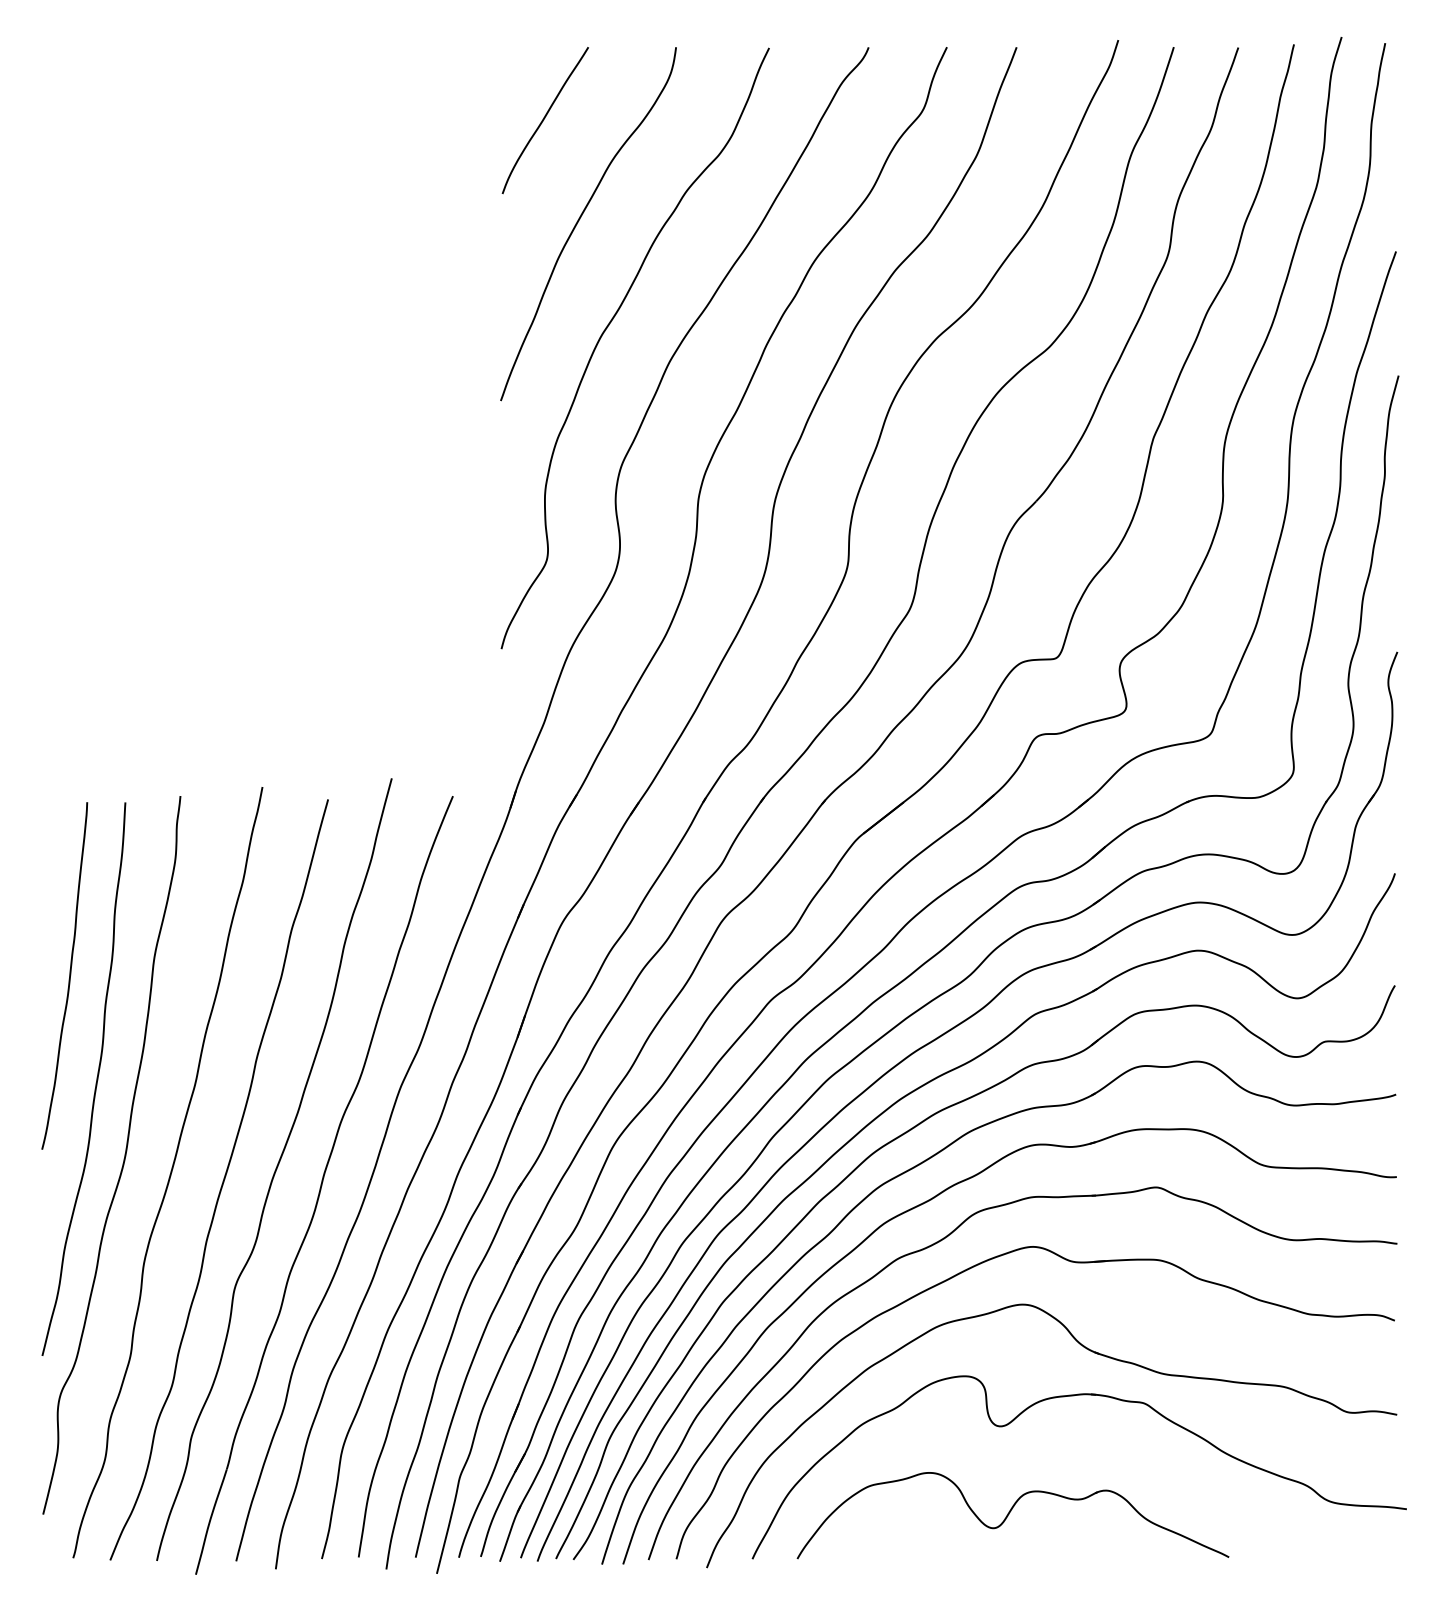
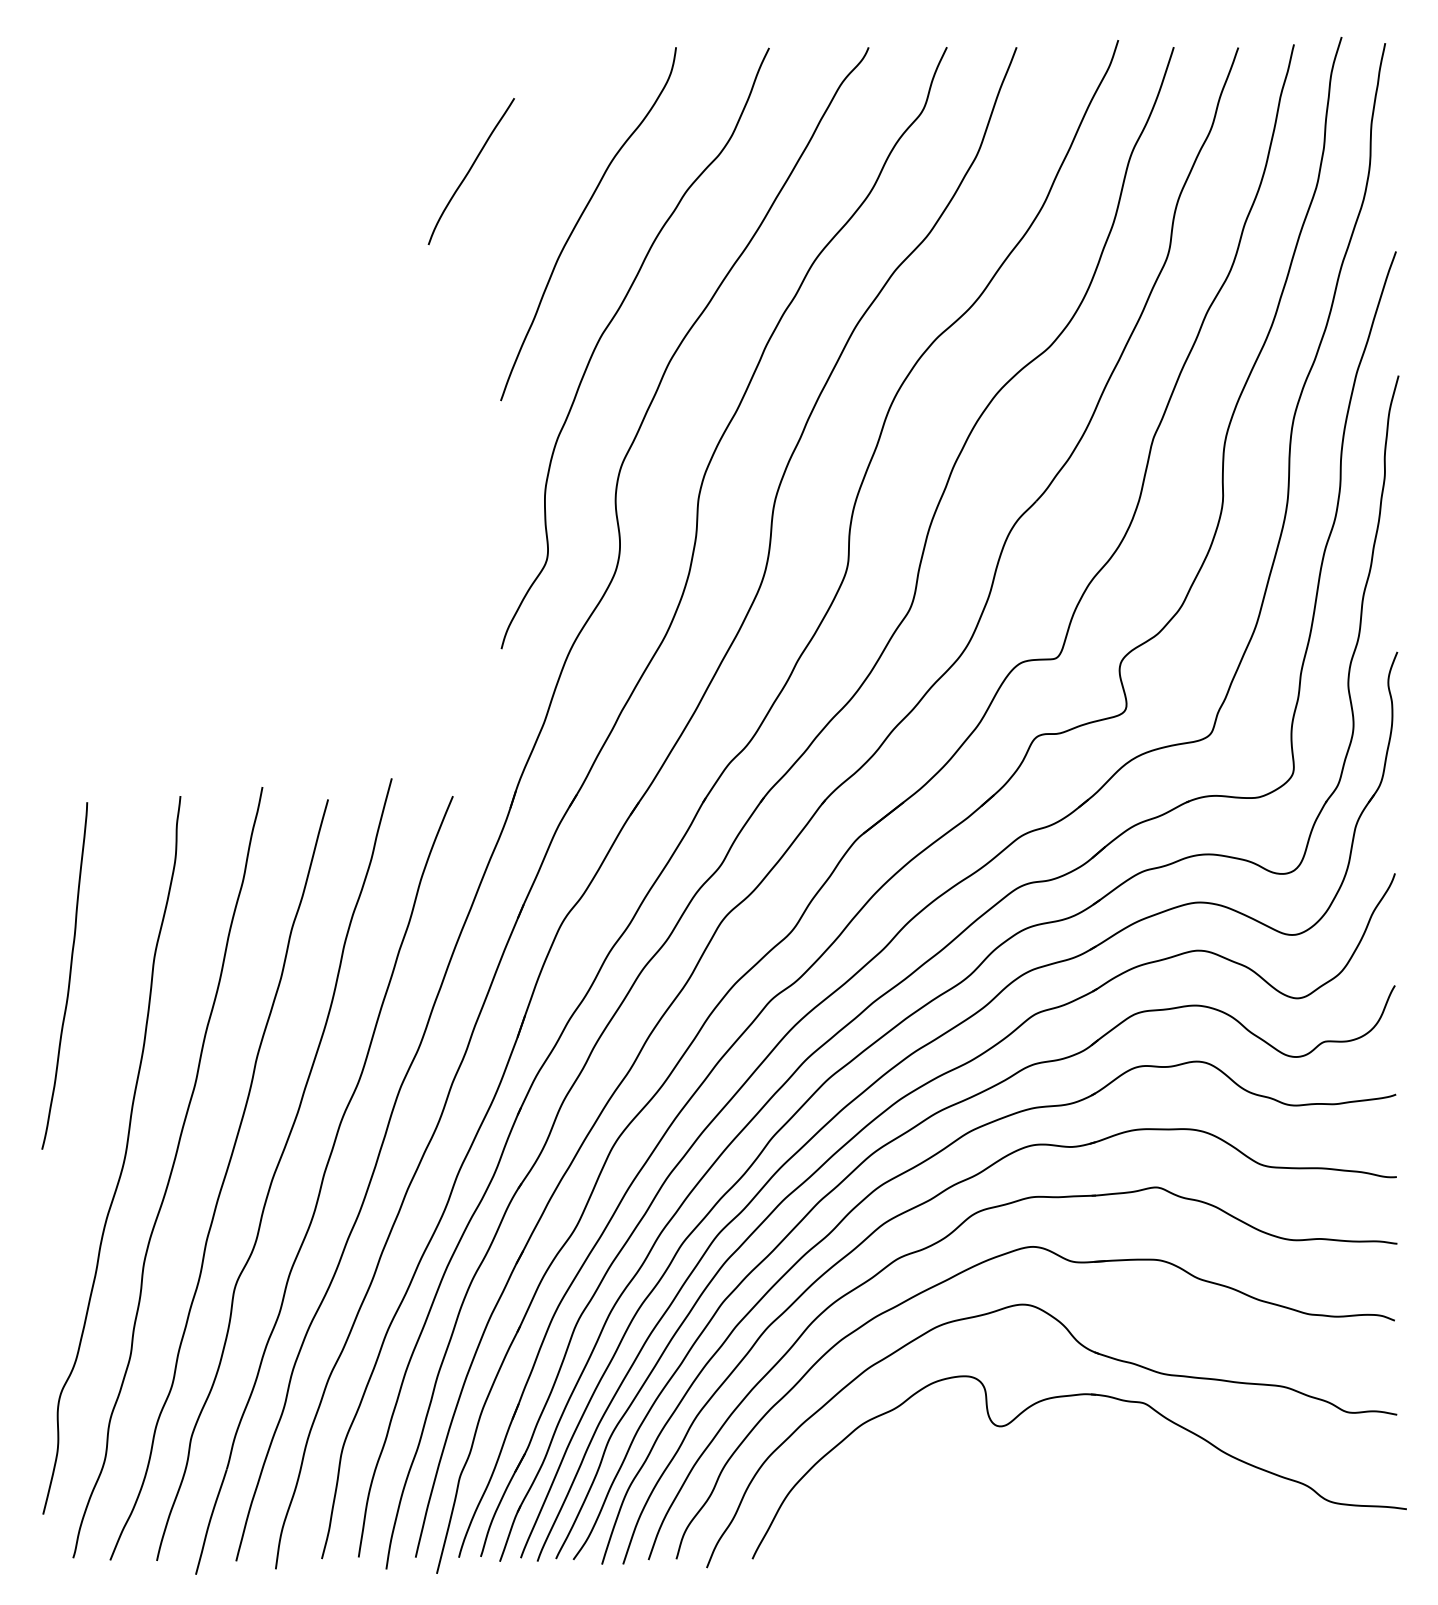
curve at (544, 119) position: (544, 119) -> (470, 170)
curve at (96, 1078): present -> none
part at (1012, 1515): present -> none
